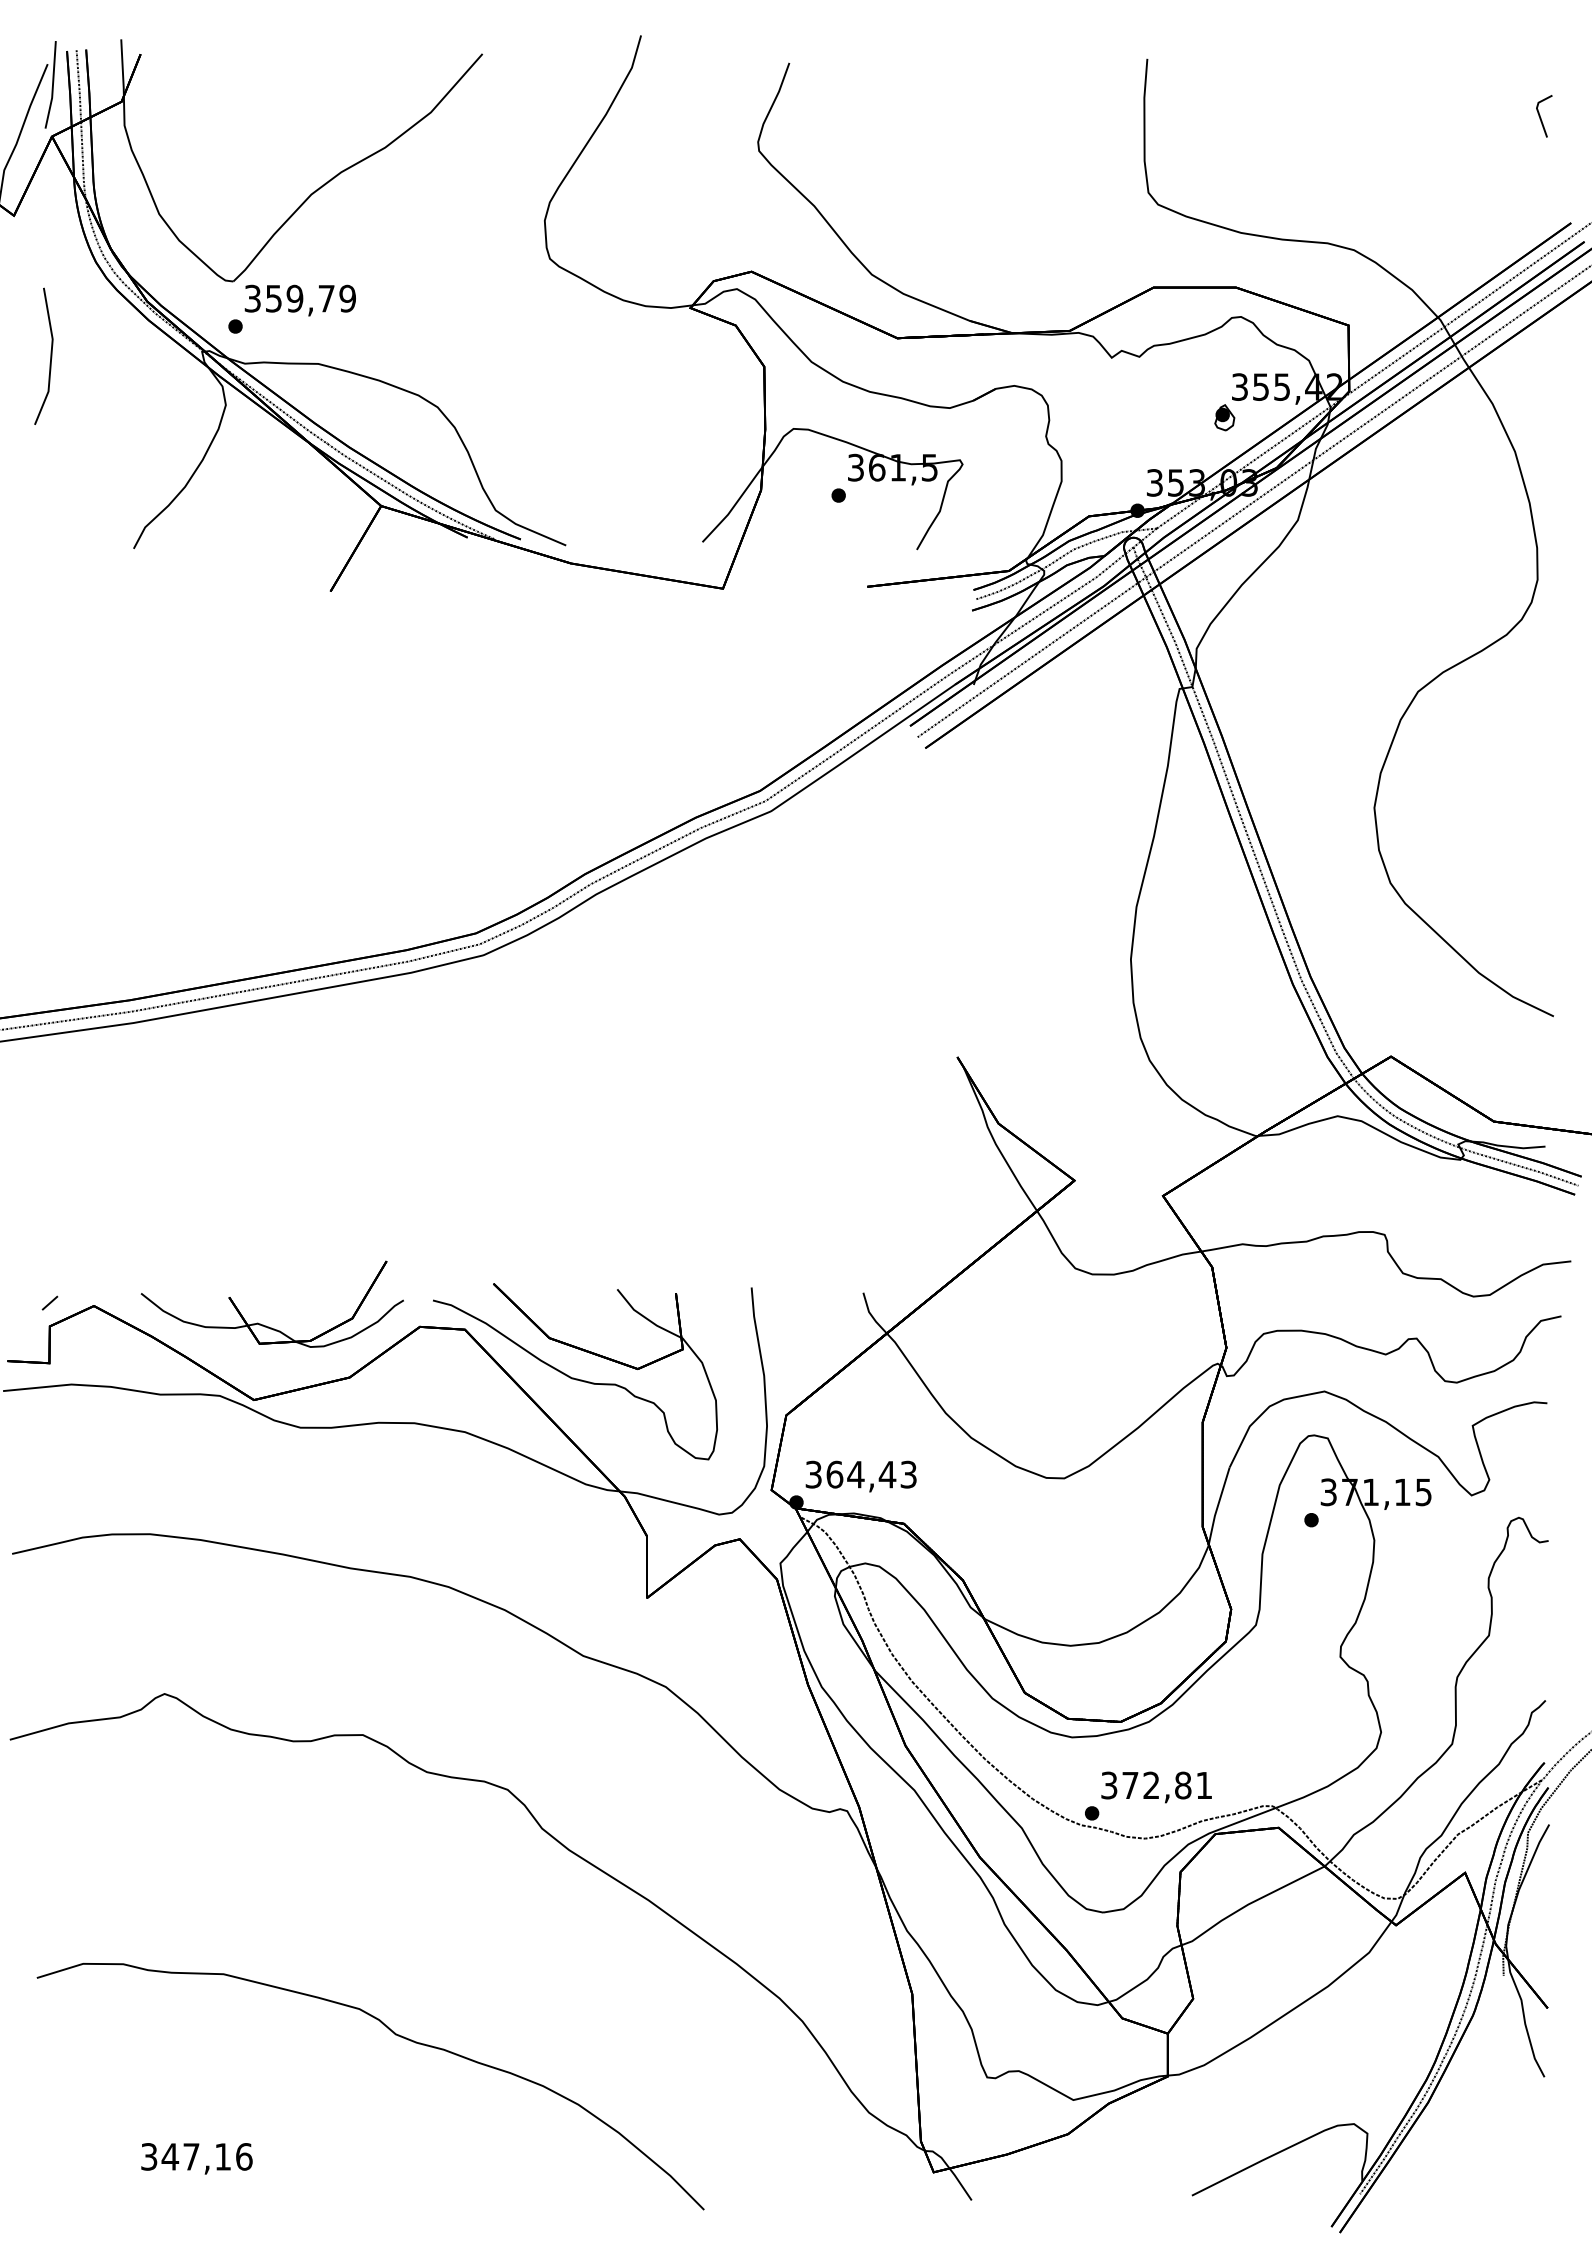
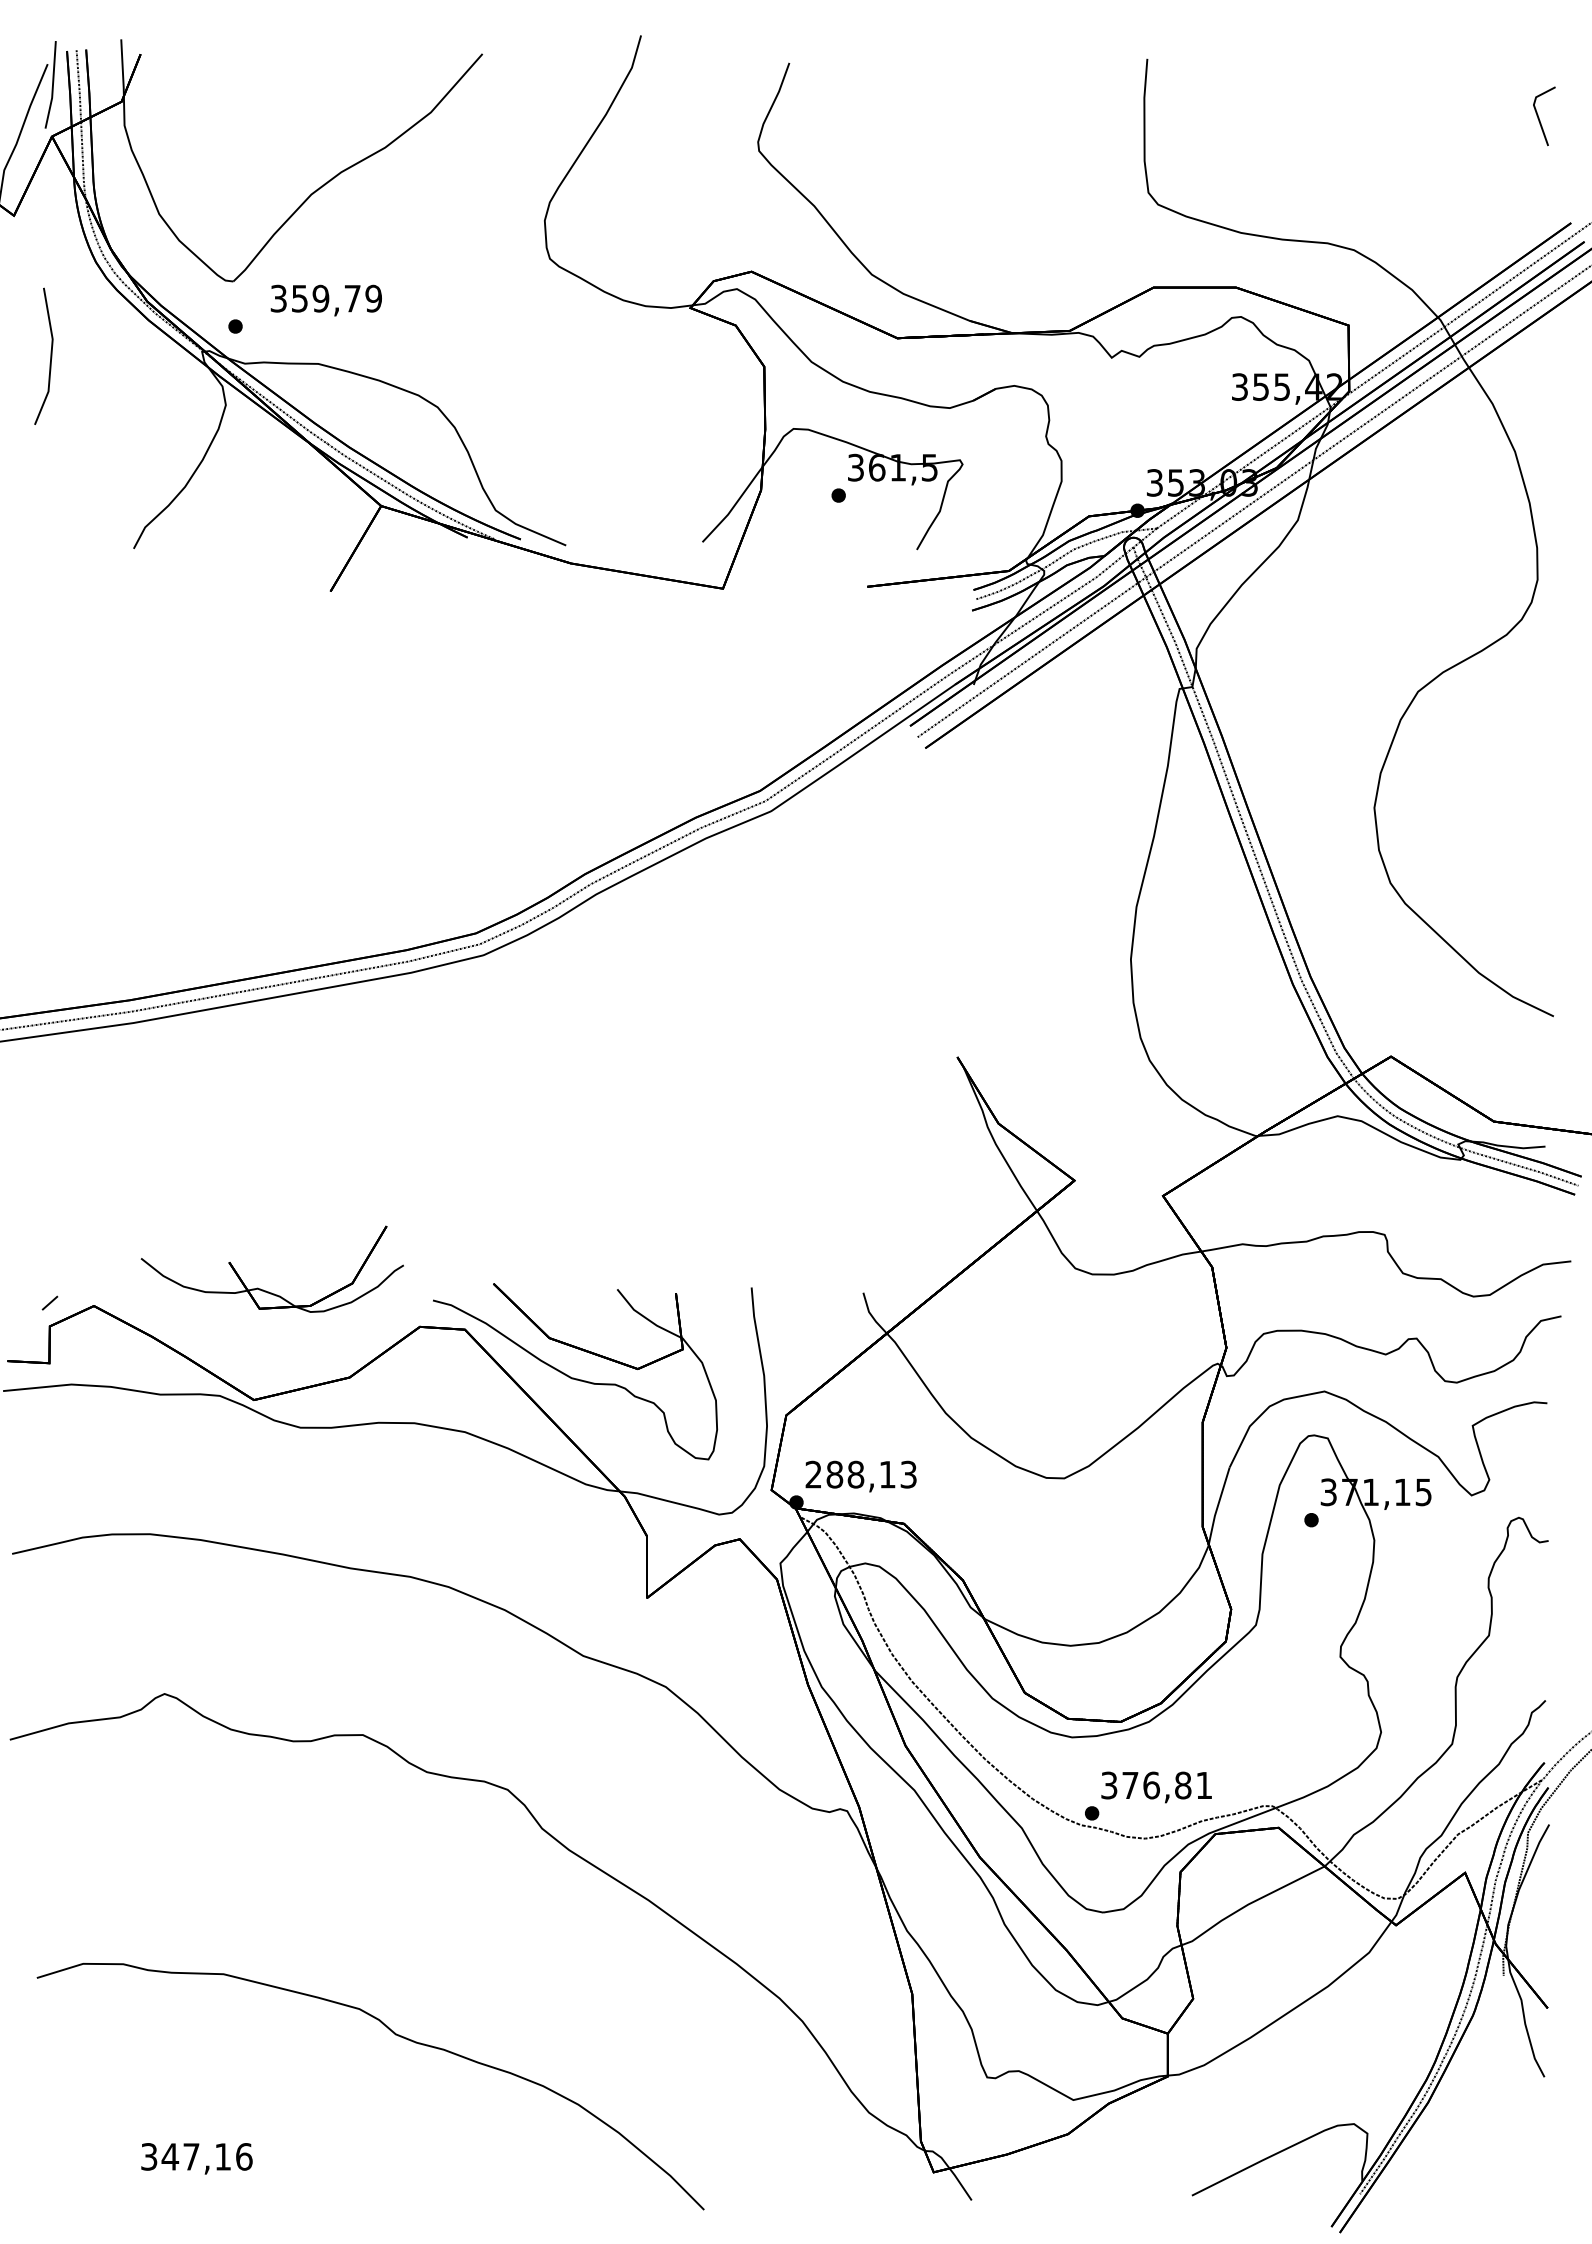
part at (1544, 116) size: 17x43 px -> 23x61 px
text at (299, 300) position: (299, 300) -> (325, 300)
part at (1224, 417): present -> none
part at (263, 1324) position: (263, 1324) -> (263, 1289)
text at (850, 1474): 364,43 -> 288,13
text at (1151, 1785): 372,81 -> 376,81
